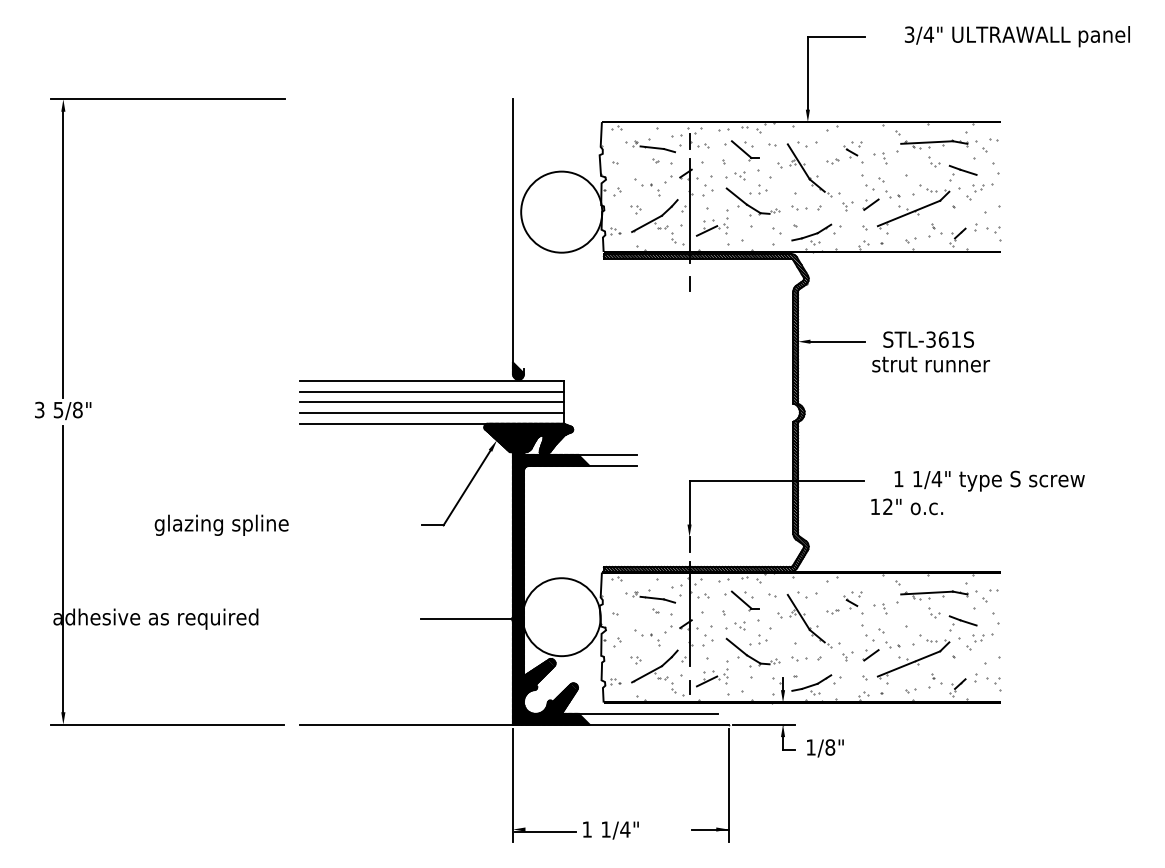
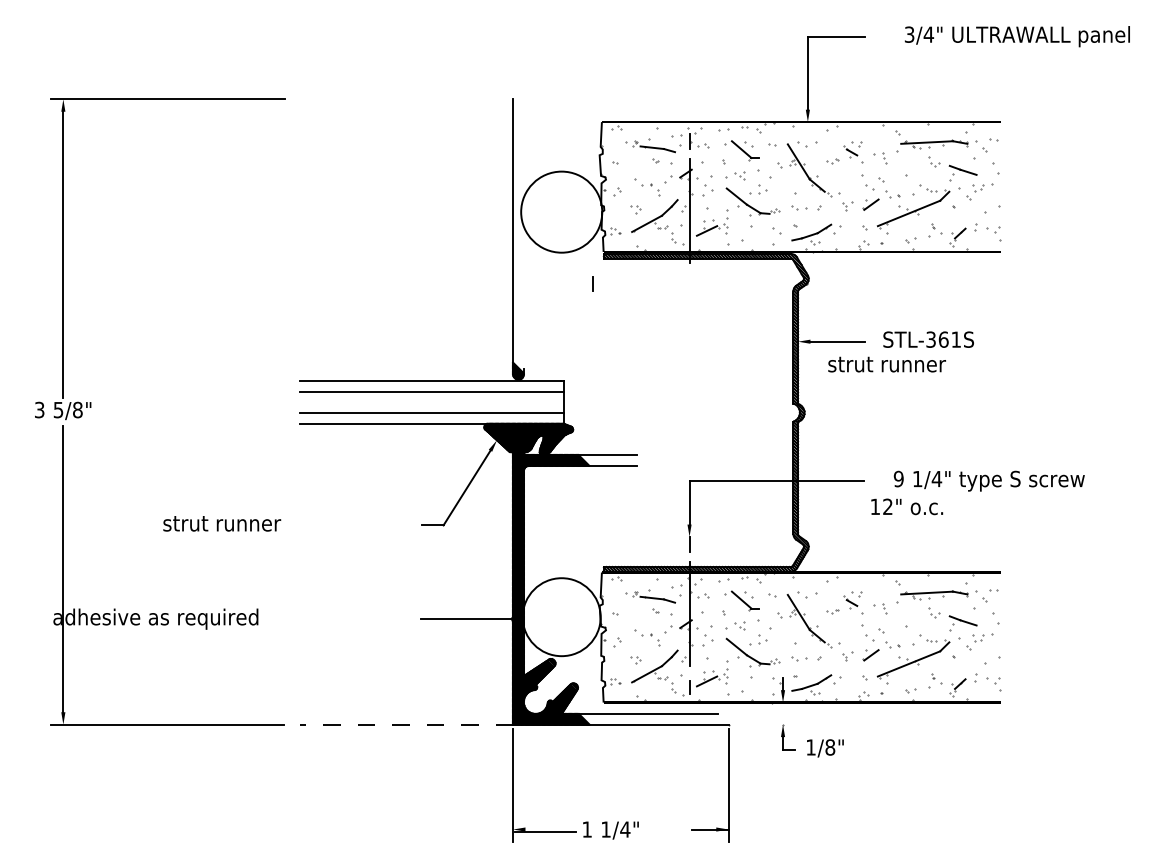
line at (689, 283) position: (689, 283) -> (592, 283)
text at (930, 364) position: (930, 364) -> (886, 364)
line at (431, 402): present -> none
text at (898, 478): 1 -> 9
text at (221, 524): glazing spline -> strut runner
line at (406, 724): solid -> dashed
line at (764, 724): present -> none
